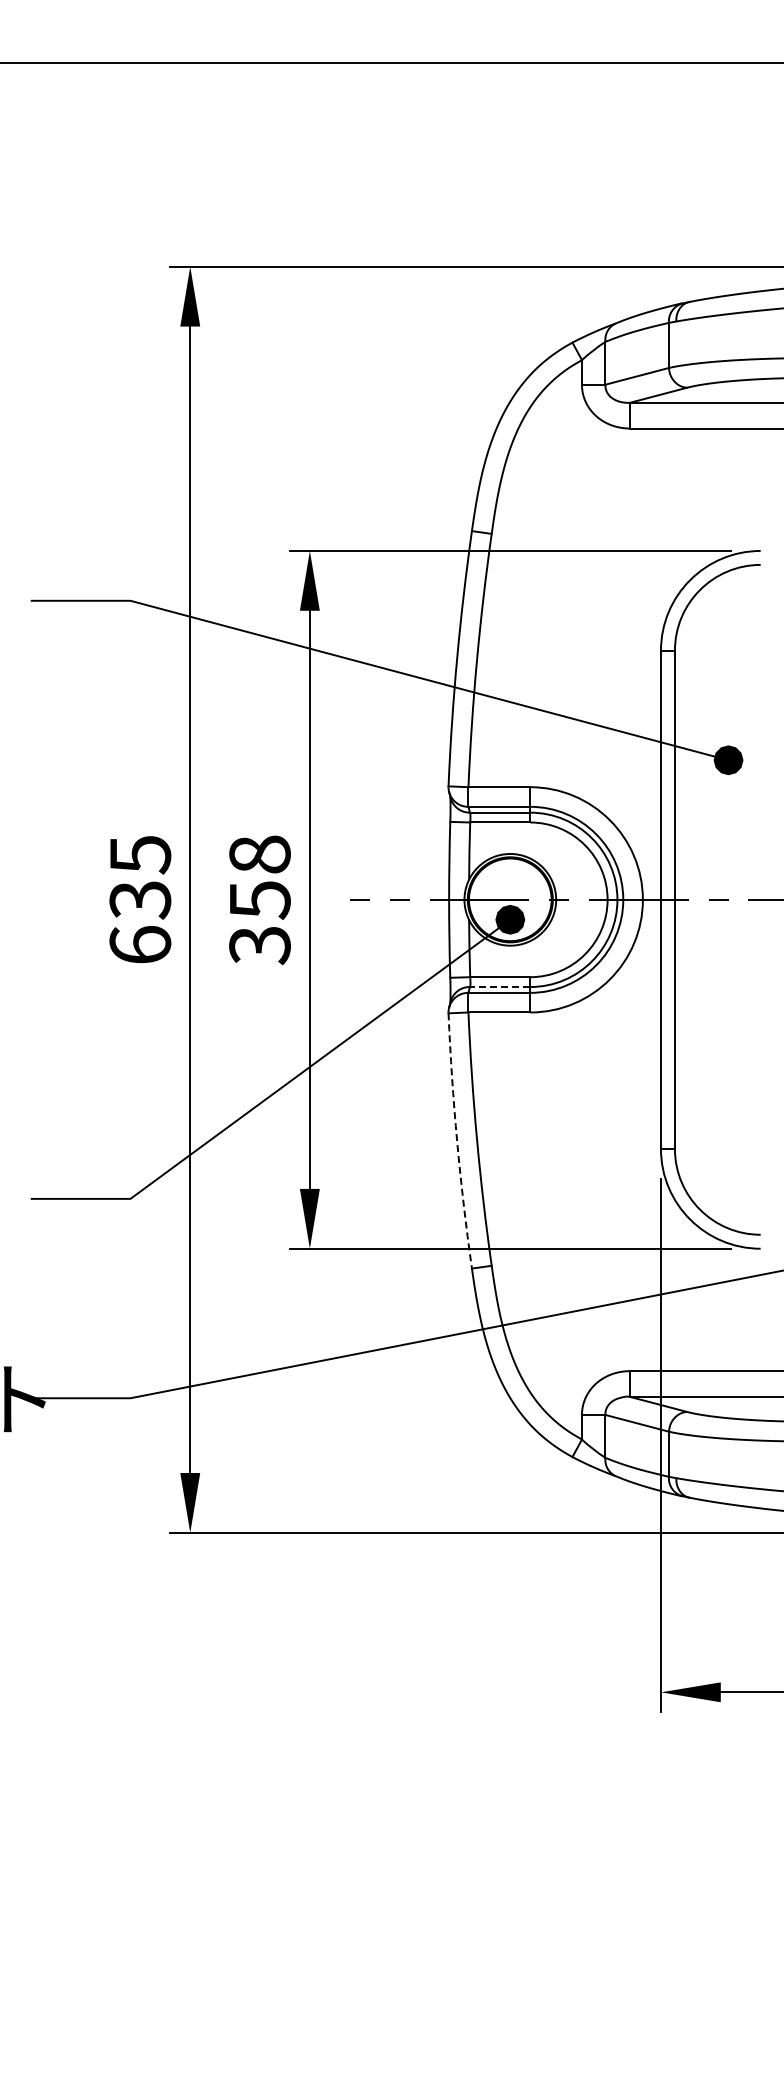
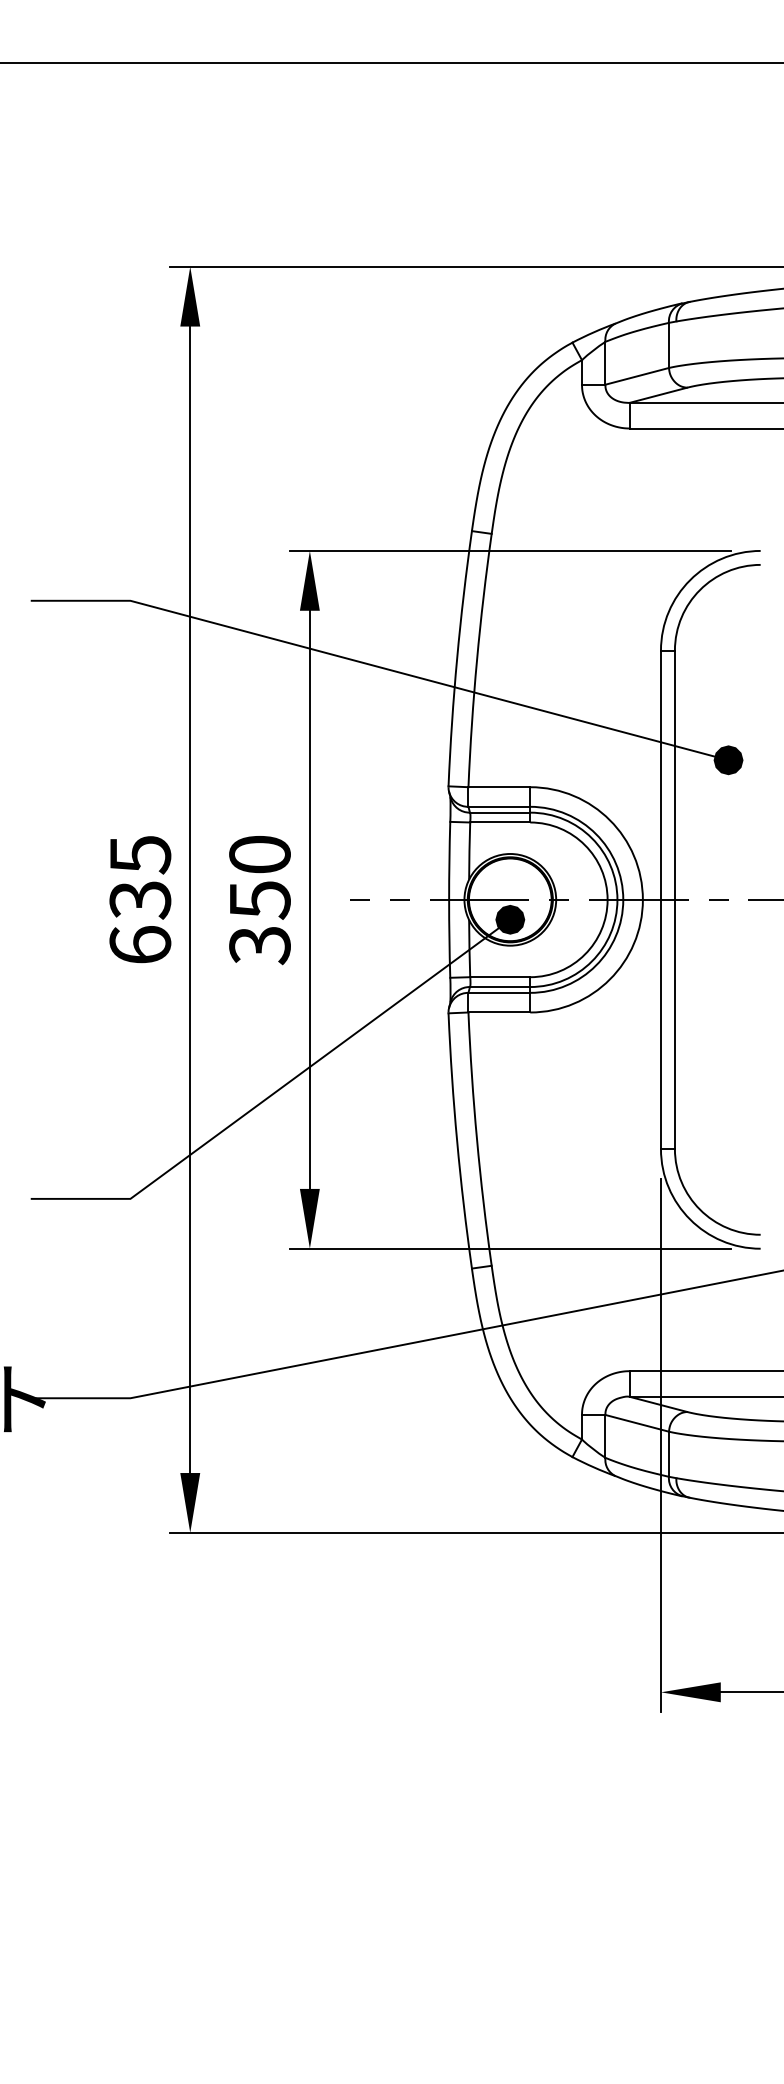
text at (259, 854): 358 -> 350
line at (499, 987): dashed -> solid
arc at (457, 1141): dashed -> solid
